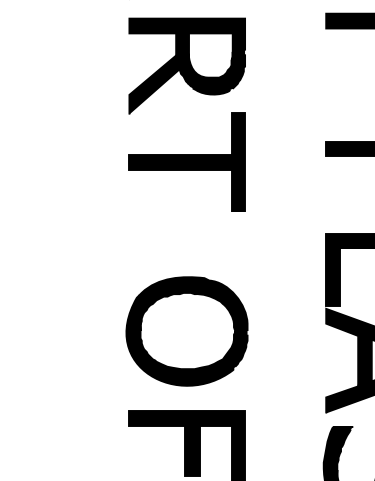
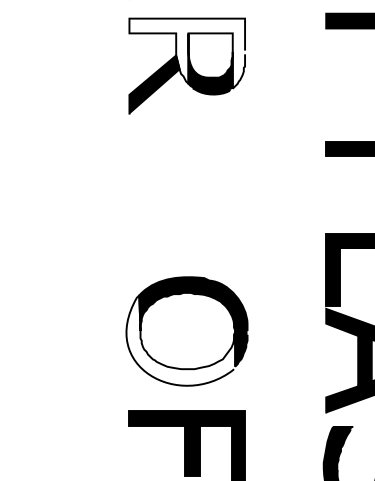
fill at (187, 53): present -> none
part at (186, 161): present -> none
fill at (180, 340): present -> none
